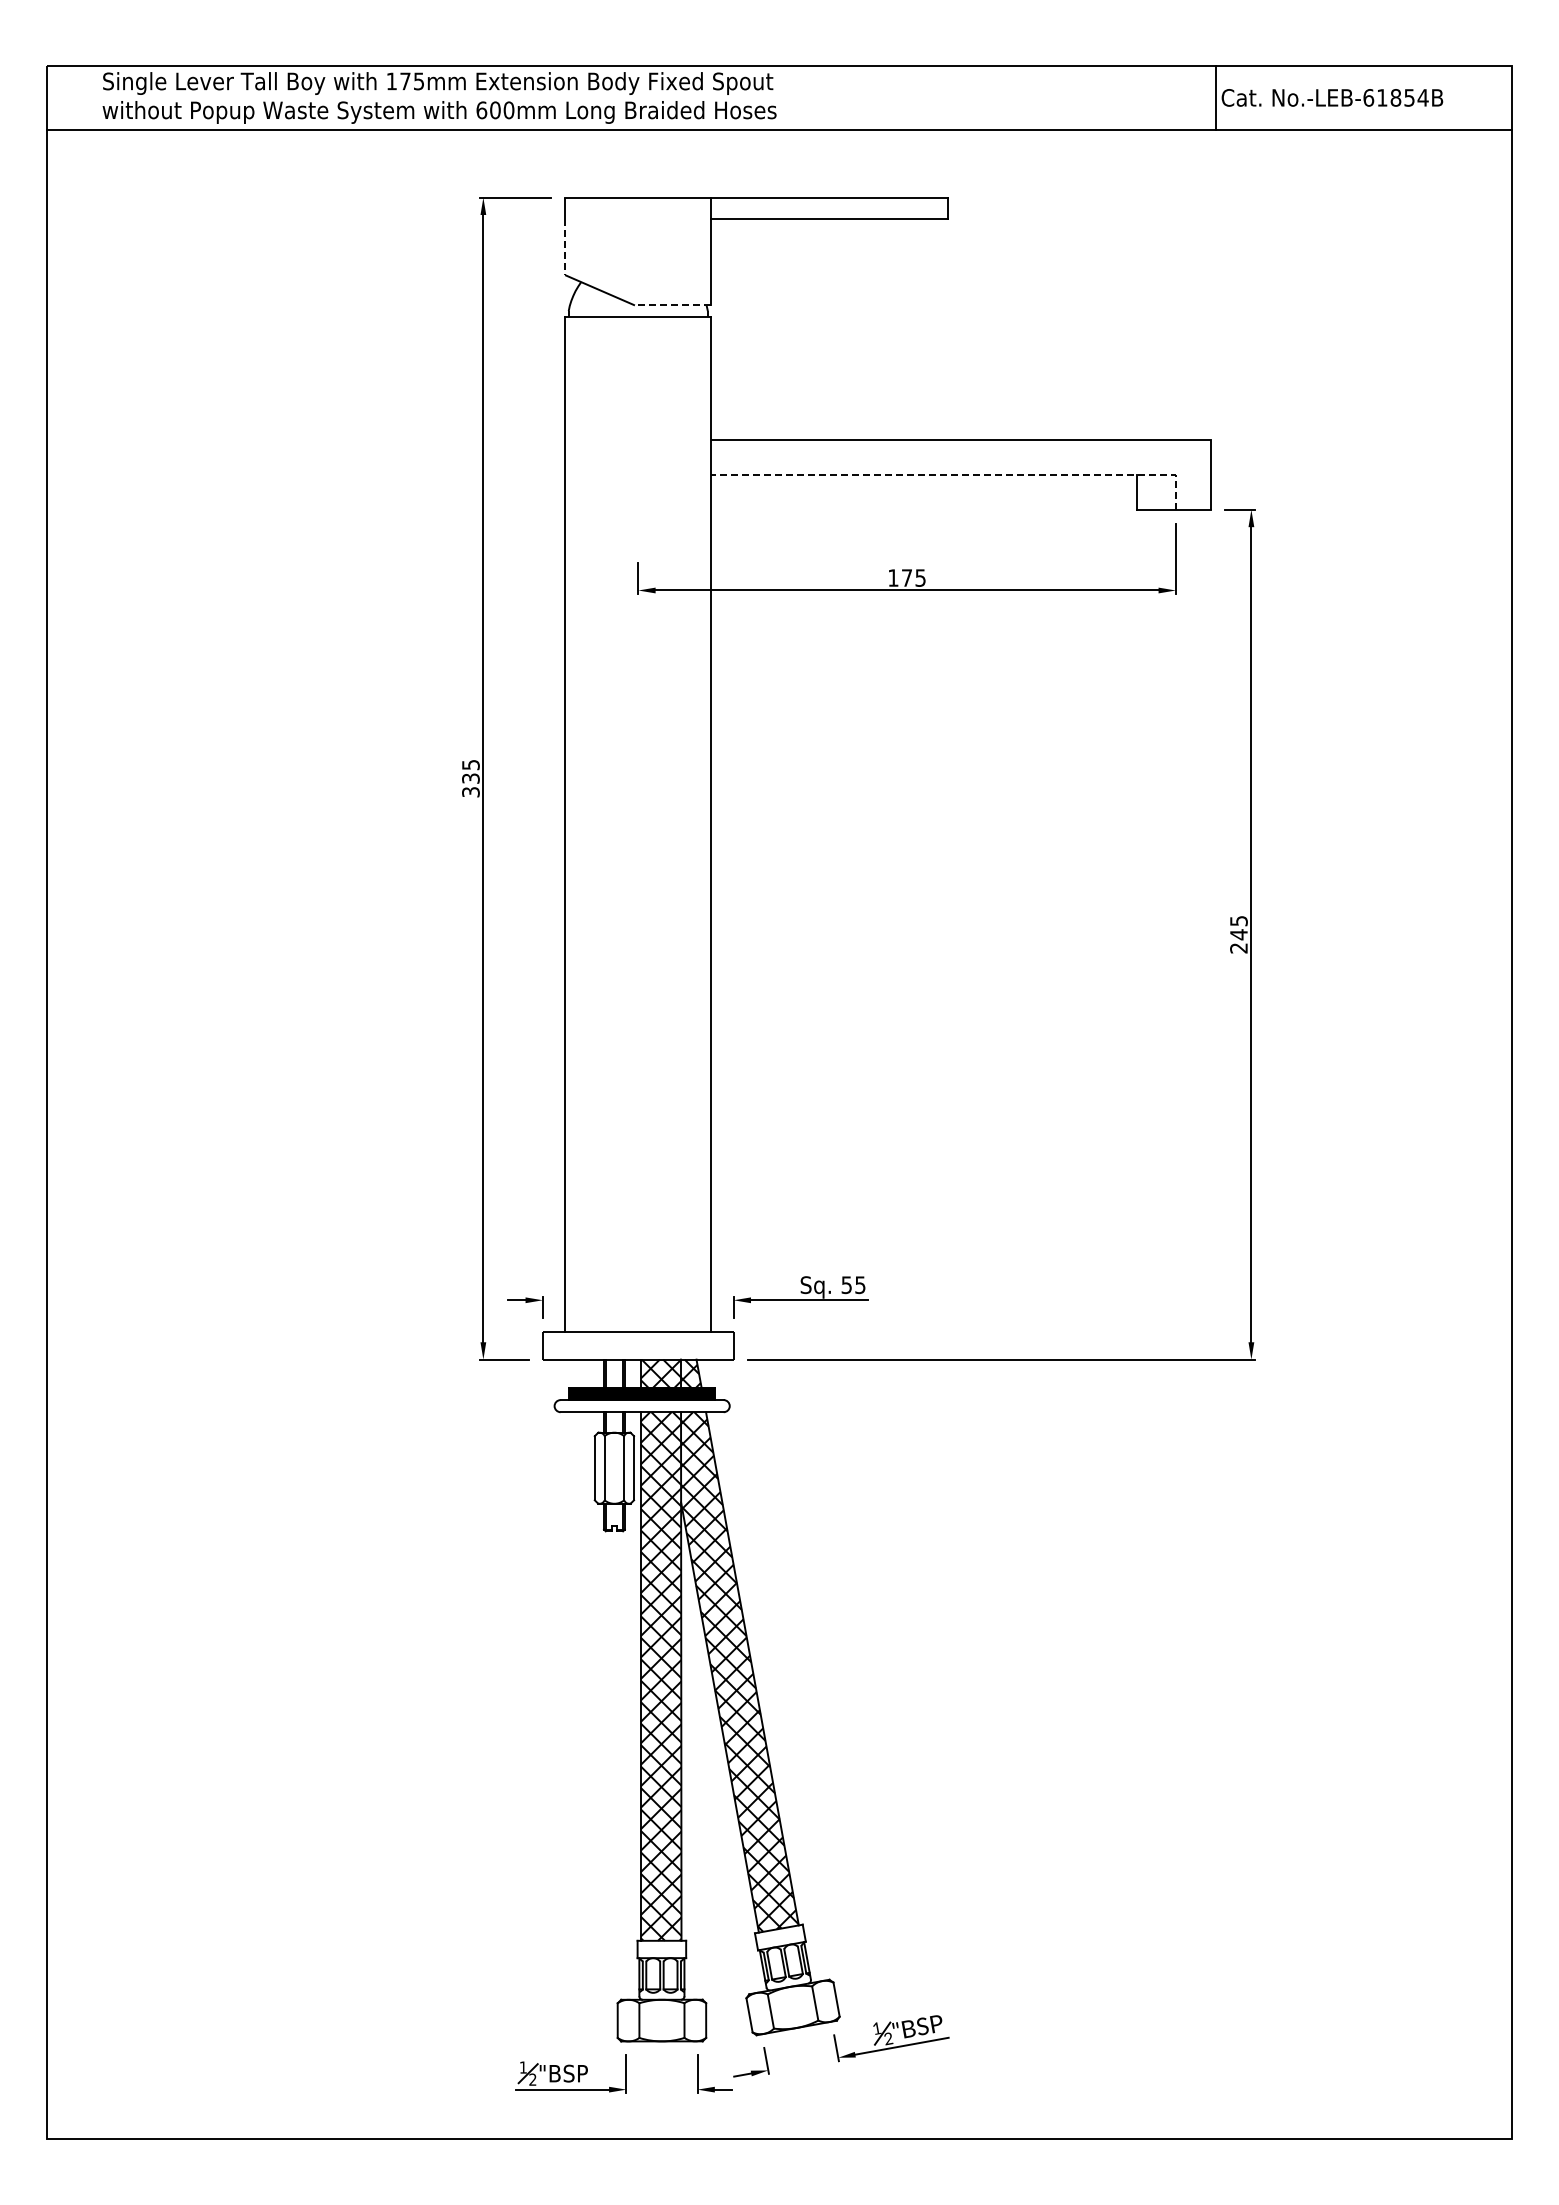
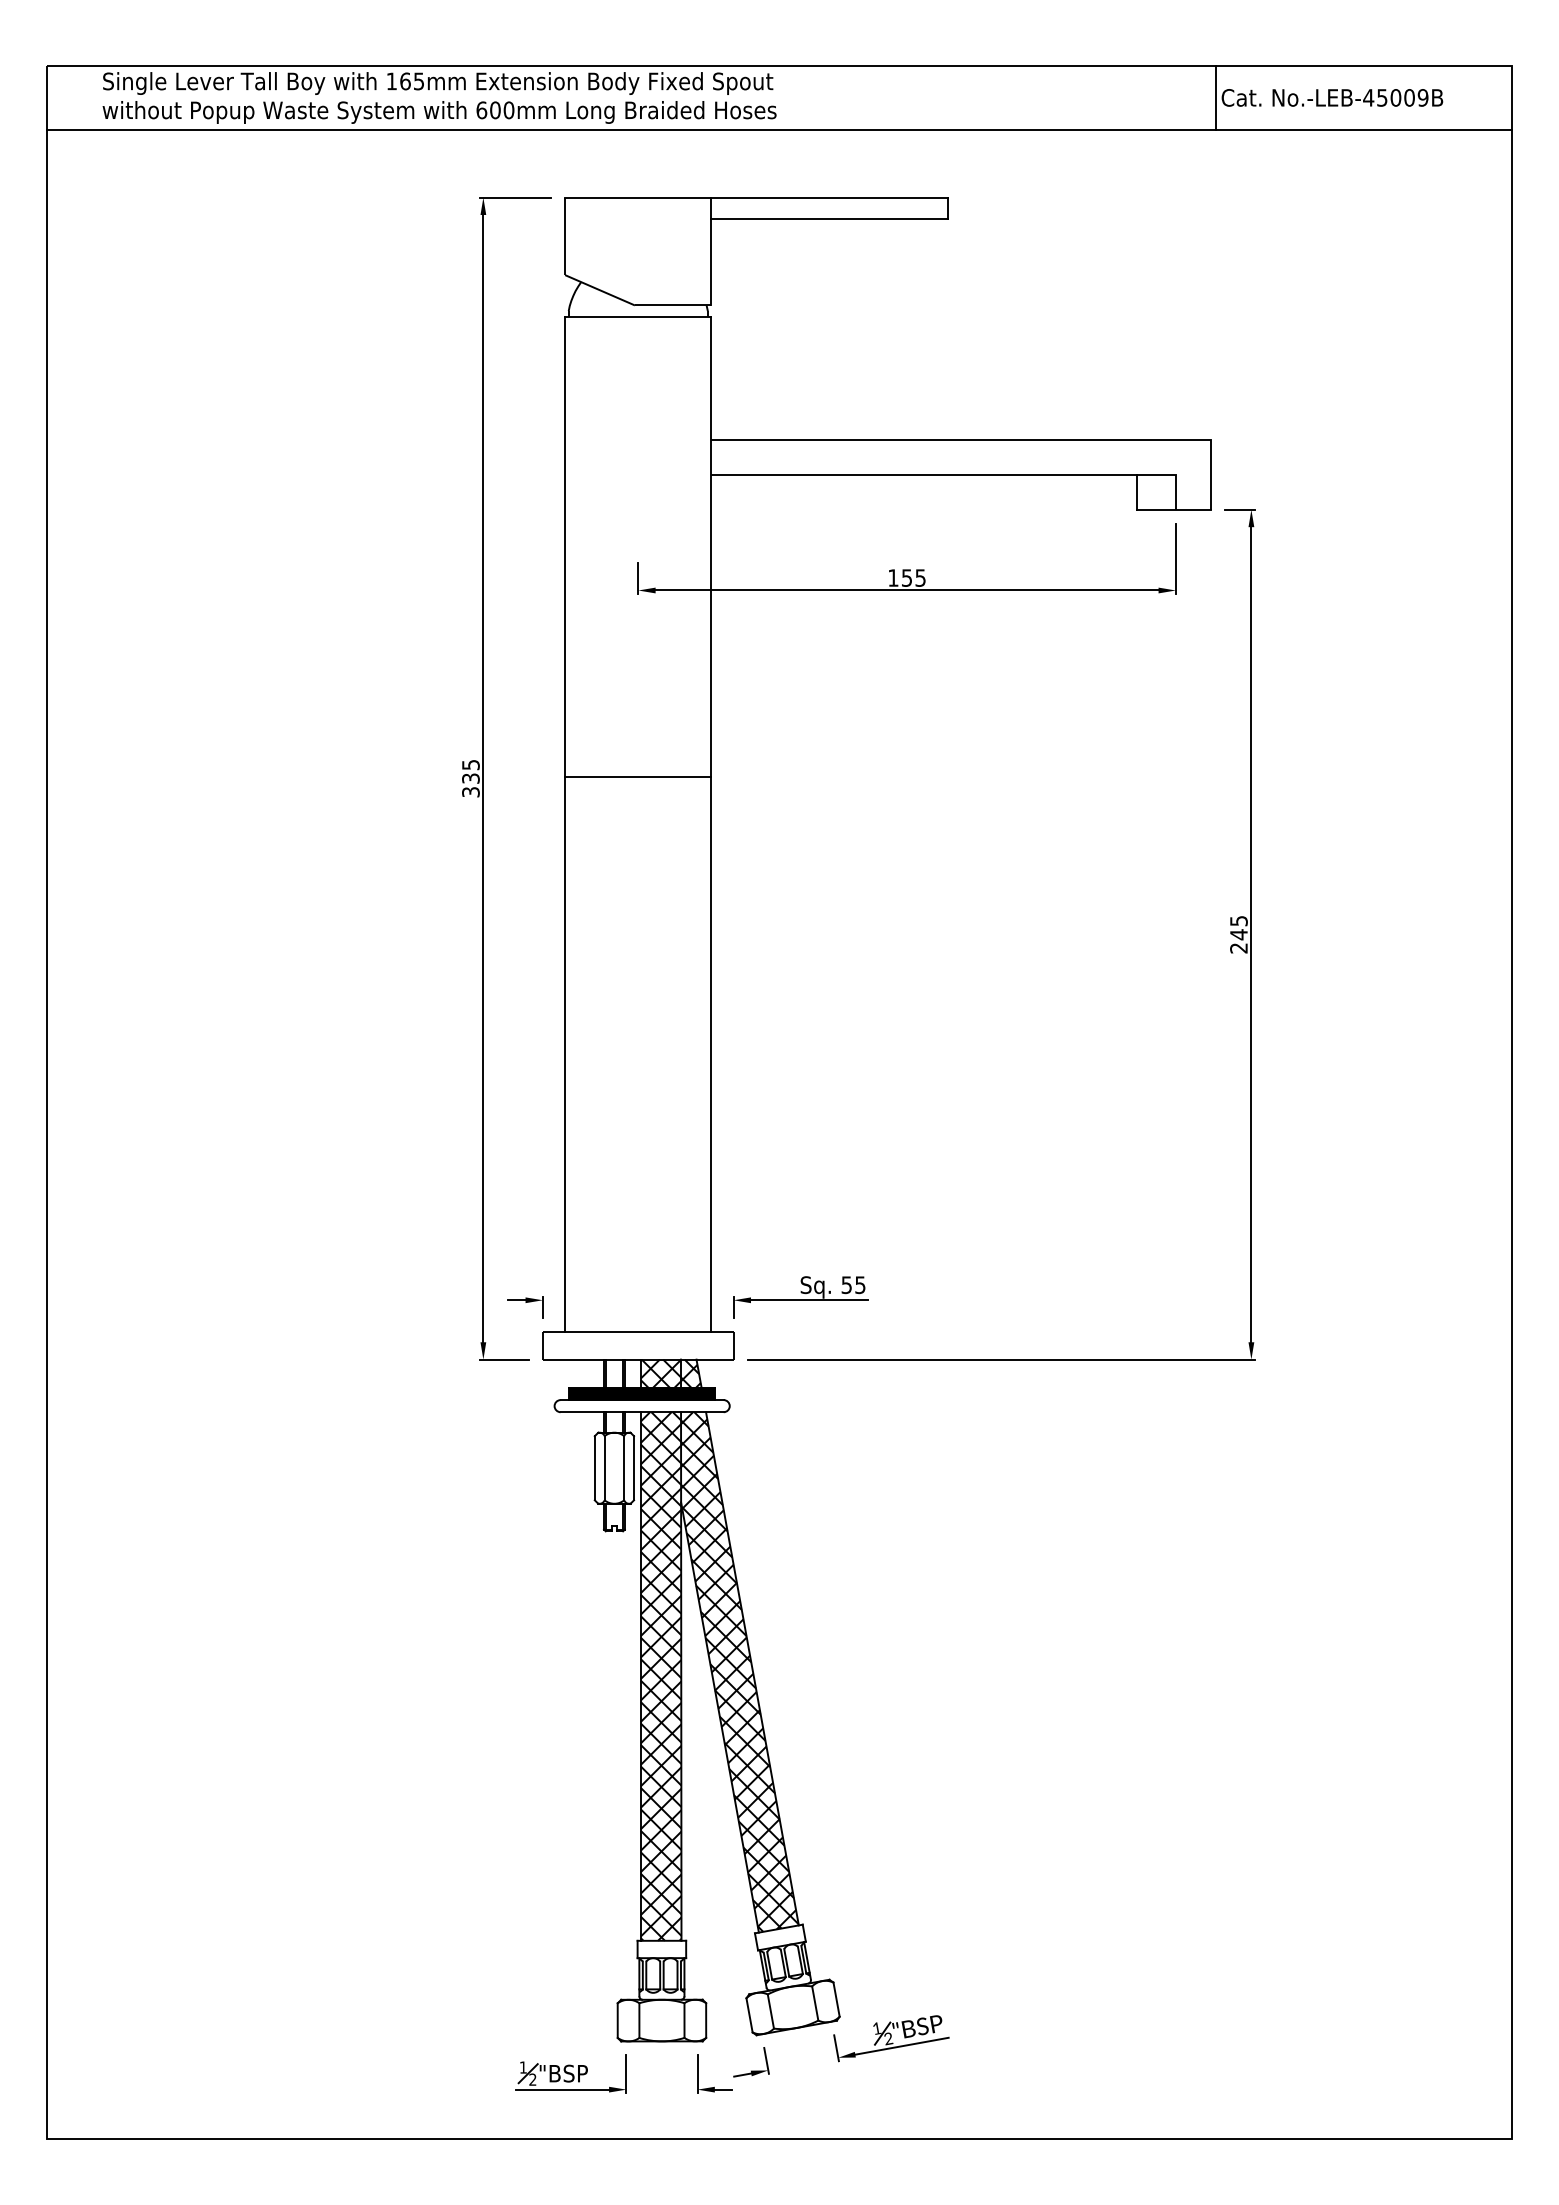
text at (405, 81): 175mm -> 165mm
text at (1395, 97): No.-LEB-61854B -> No.-LEB-45009B
line at (565, 247): dashed -> solid
line at (672, 305): dashed -> solid
line at (961, 474): dashed -> solid
text at (906, 577): 175 -> 155
line at (638, 777): none -> present
